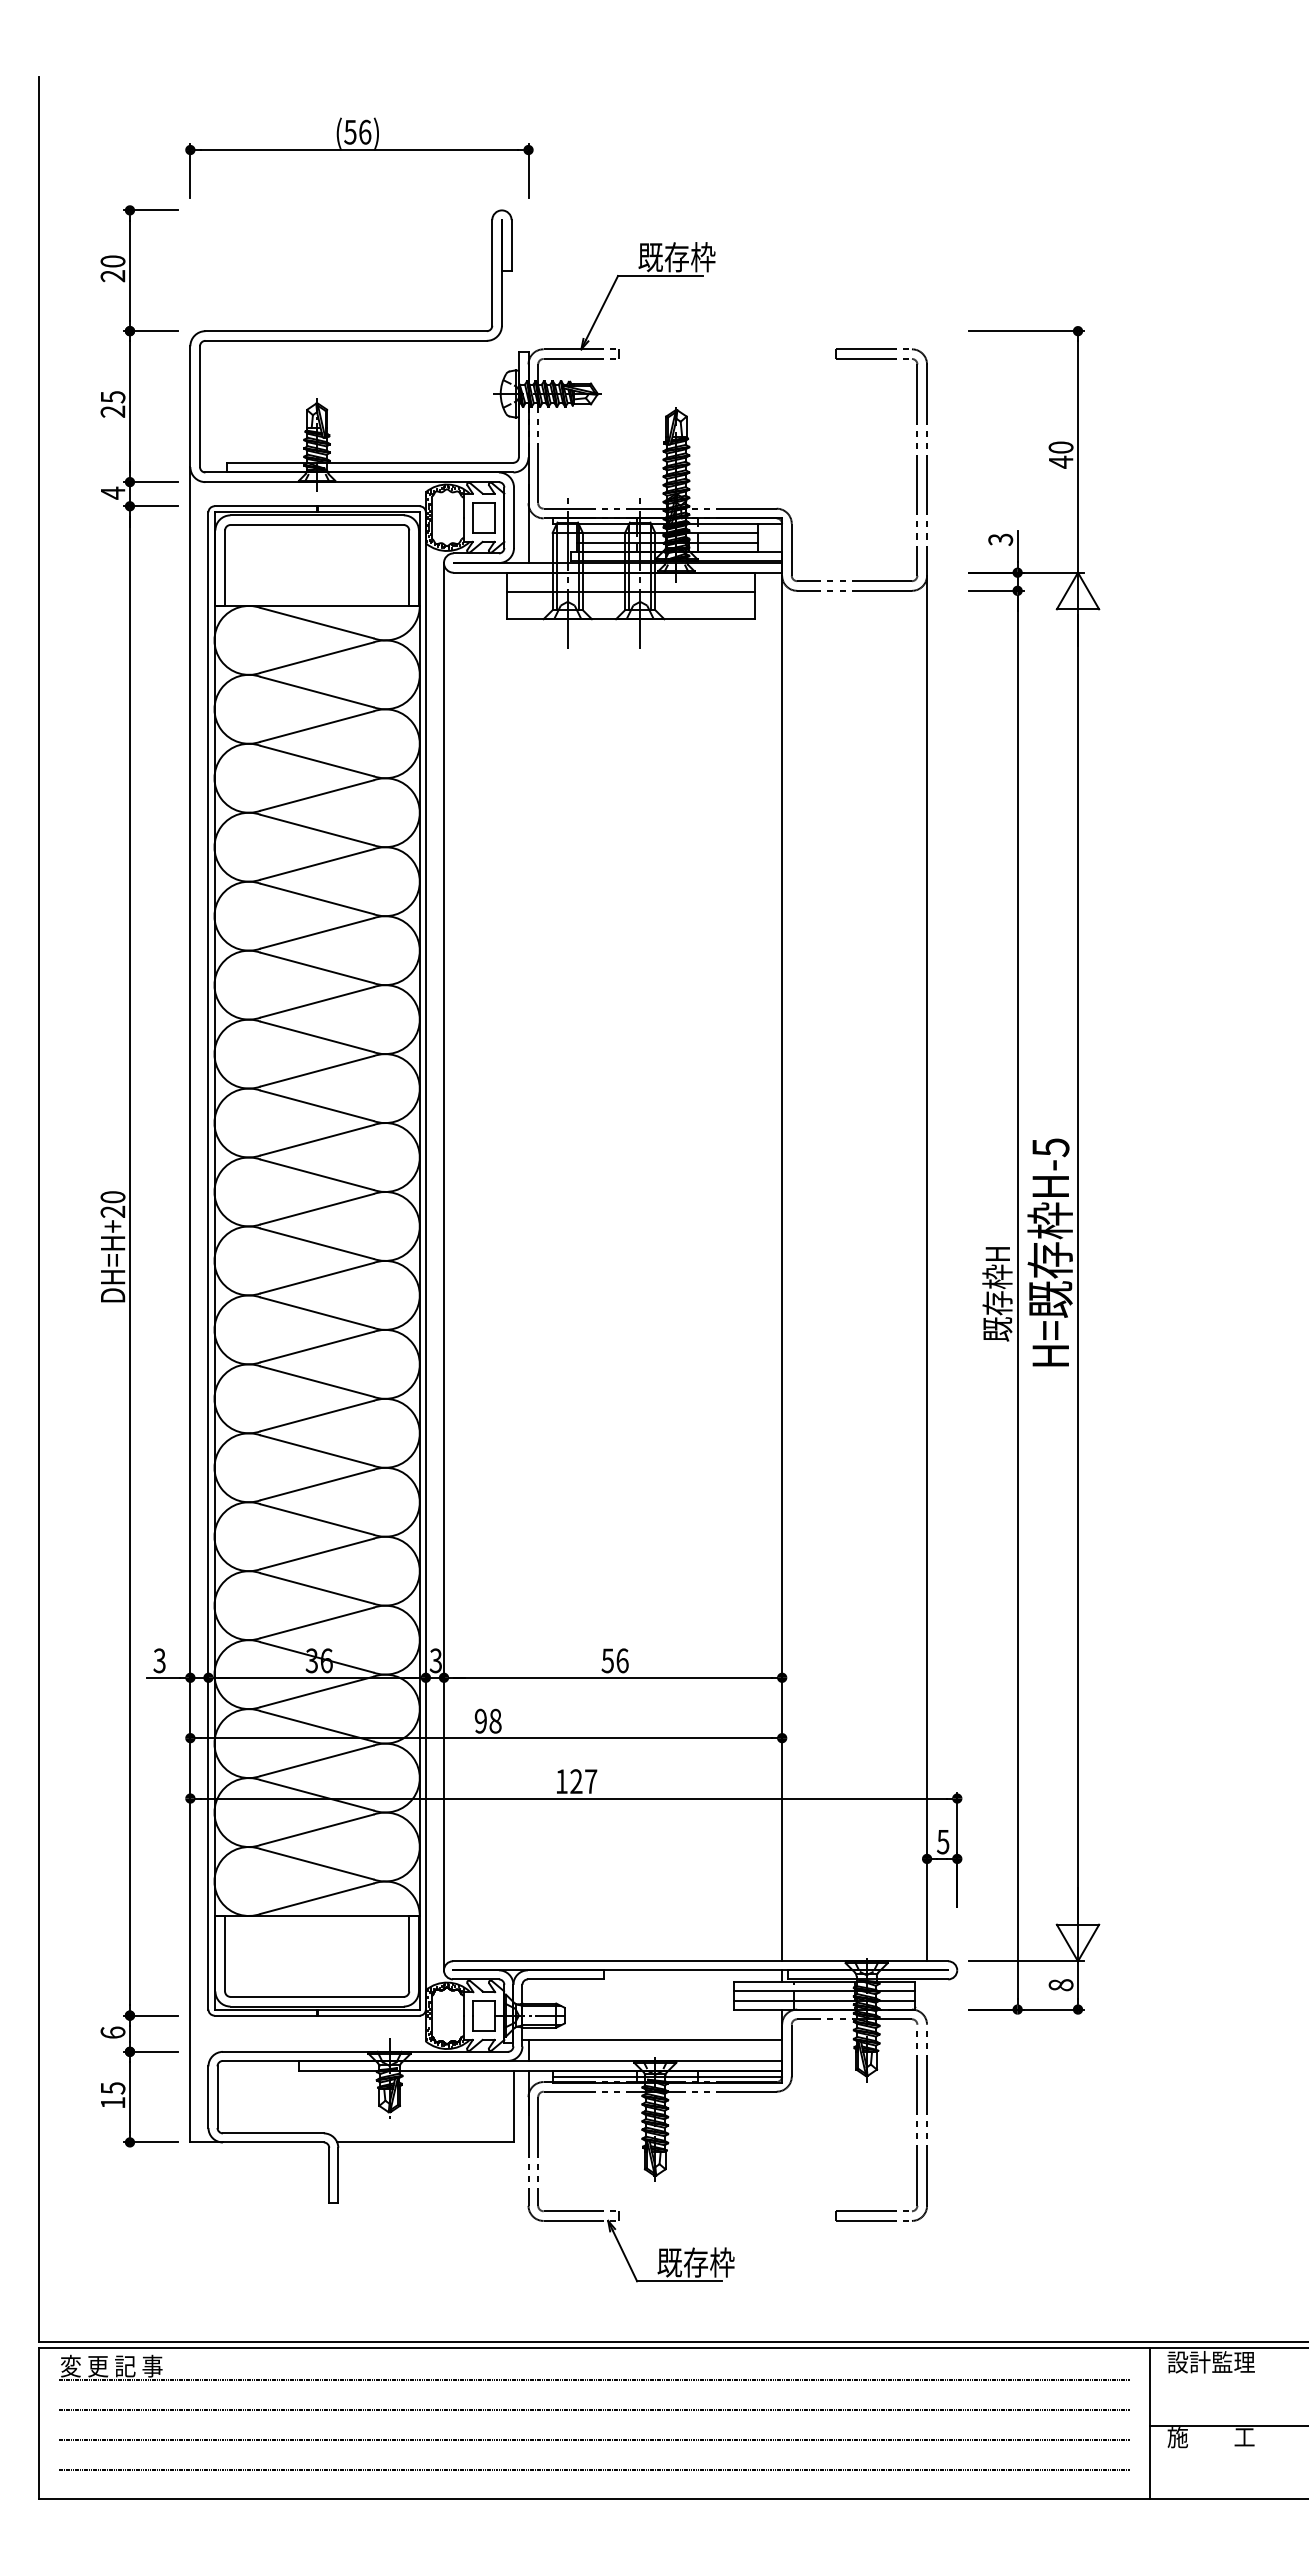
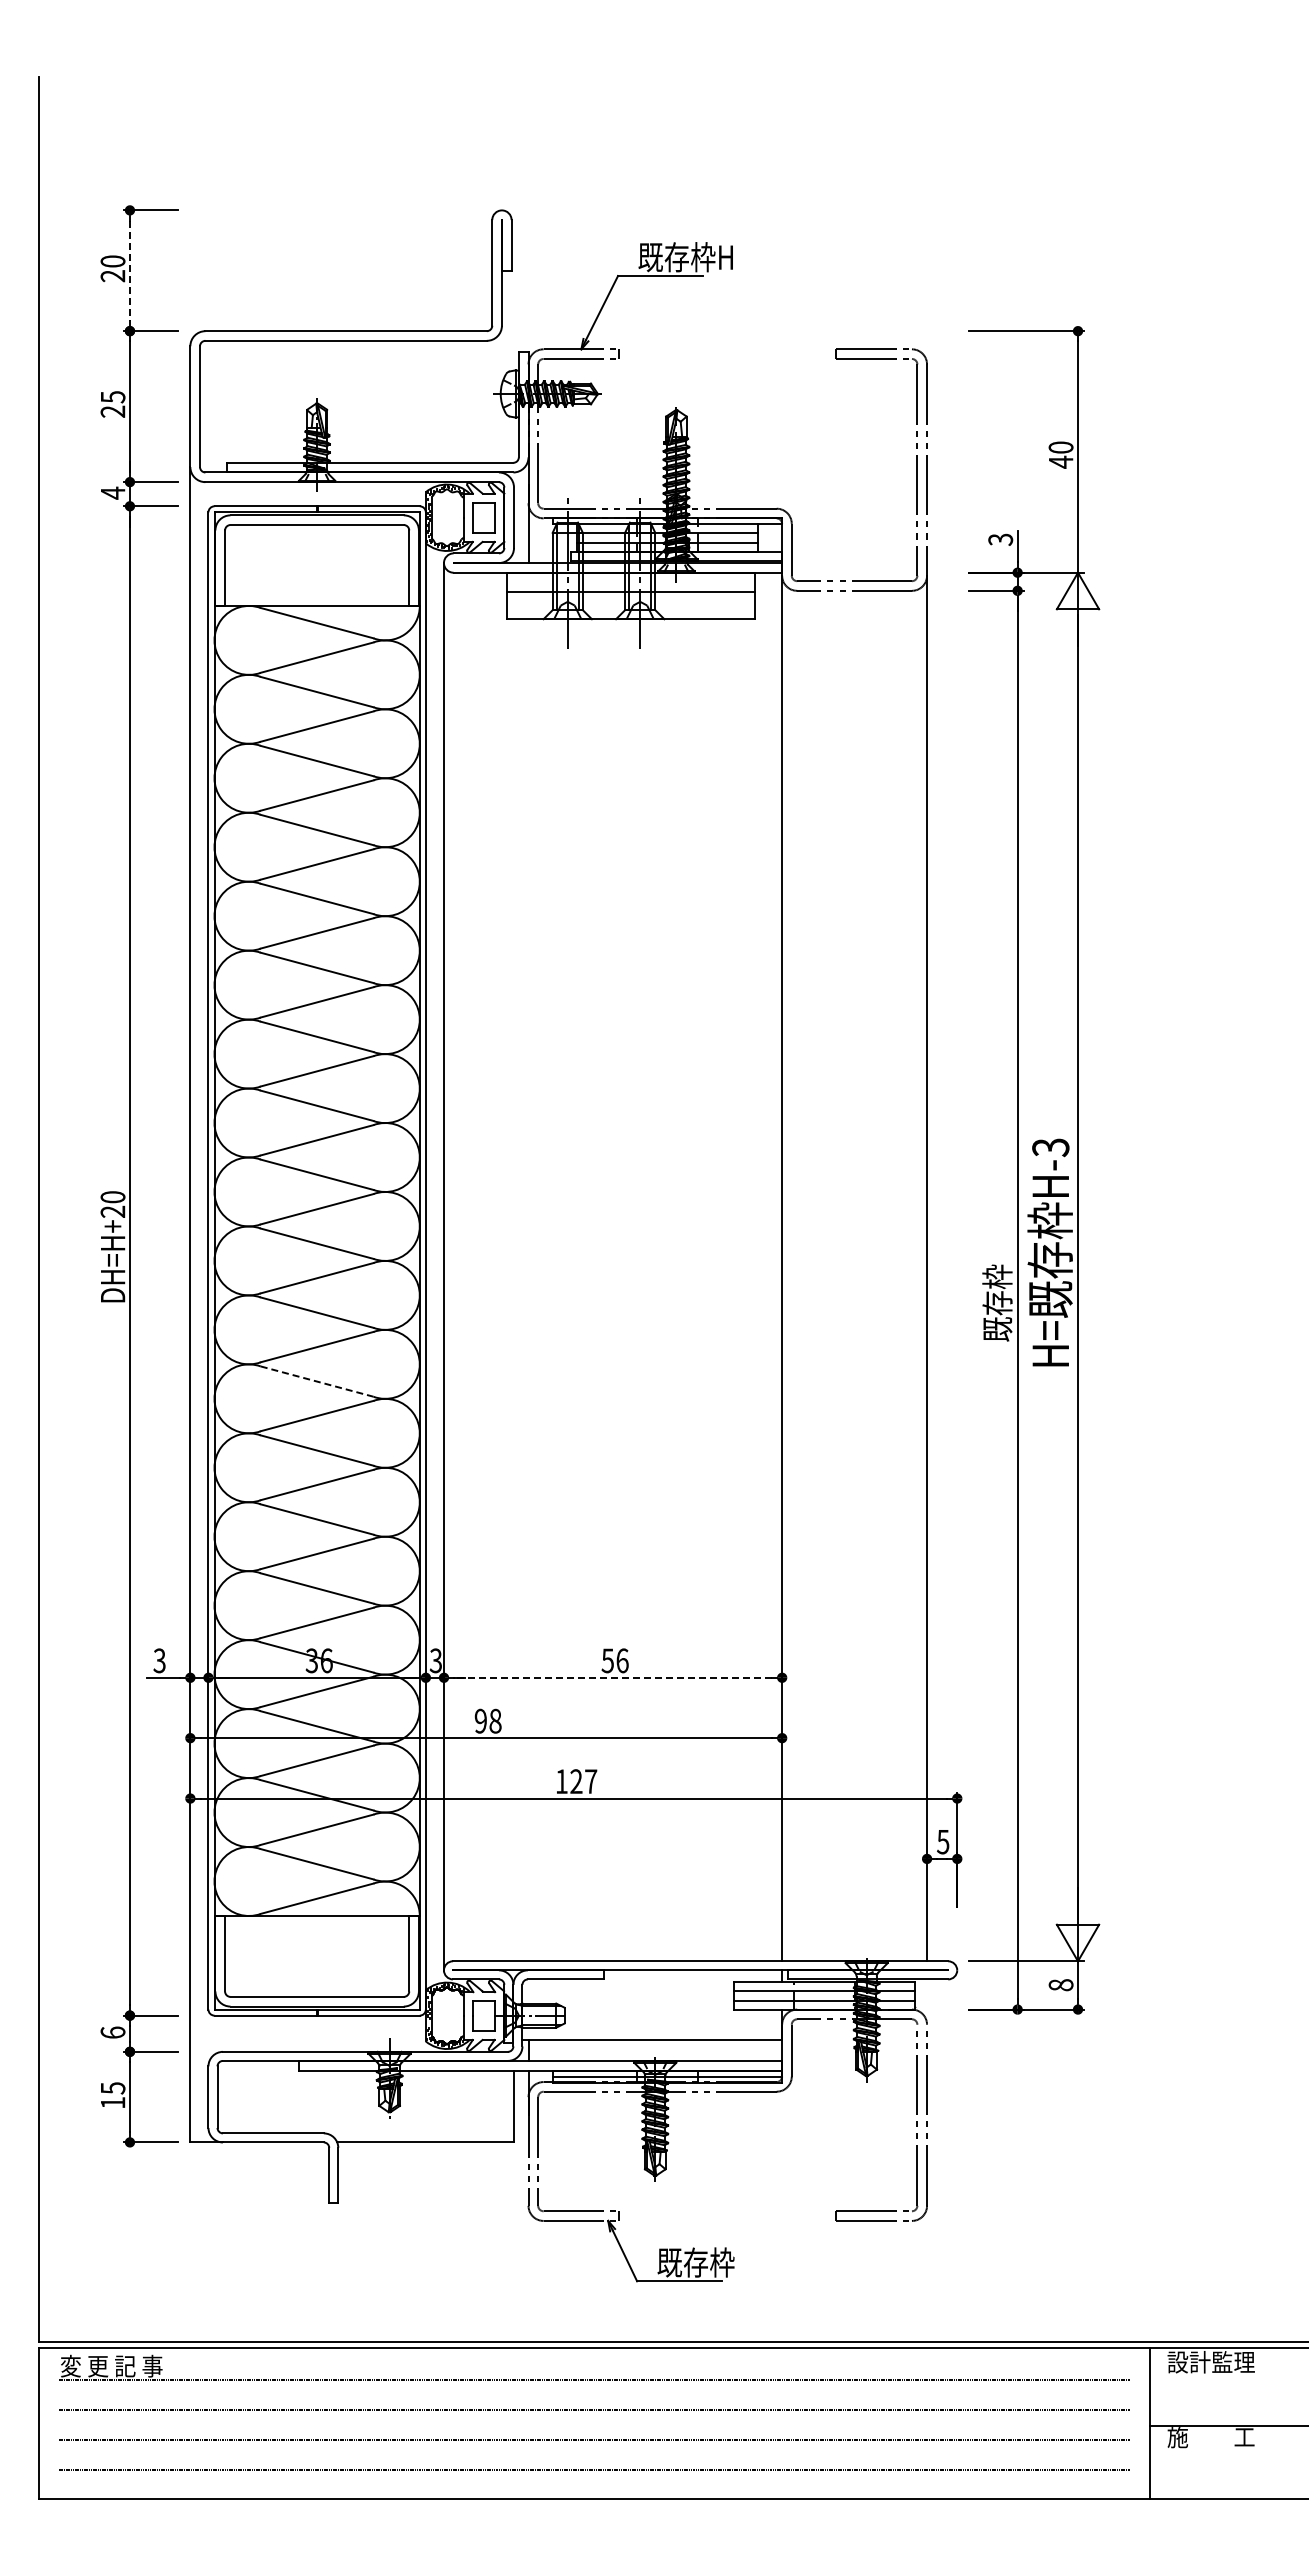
part at (359, 150): present -> none
text at (725, 257): 既存枠 -> 既存枠H
line at (129, 271): solid -> dashed
text at (1050, 1147): H-5 -> H-3
text at (997, 1253): 既存枠H -> 既存枠
line at (317, 1381): solid -> dashed
line at (613, 1677): solid -> dashed
